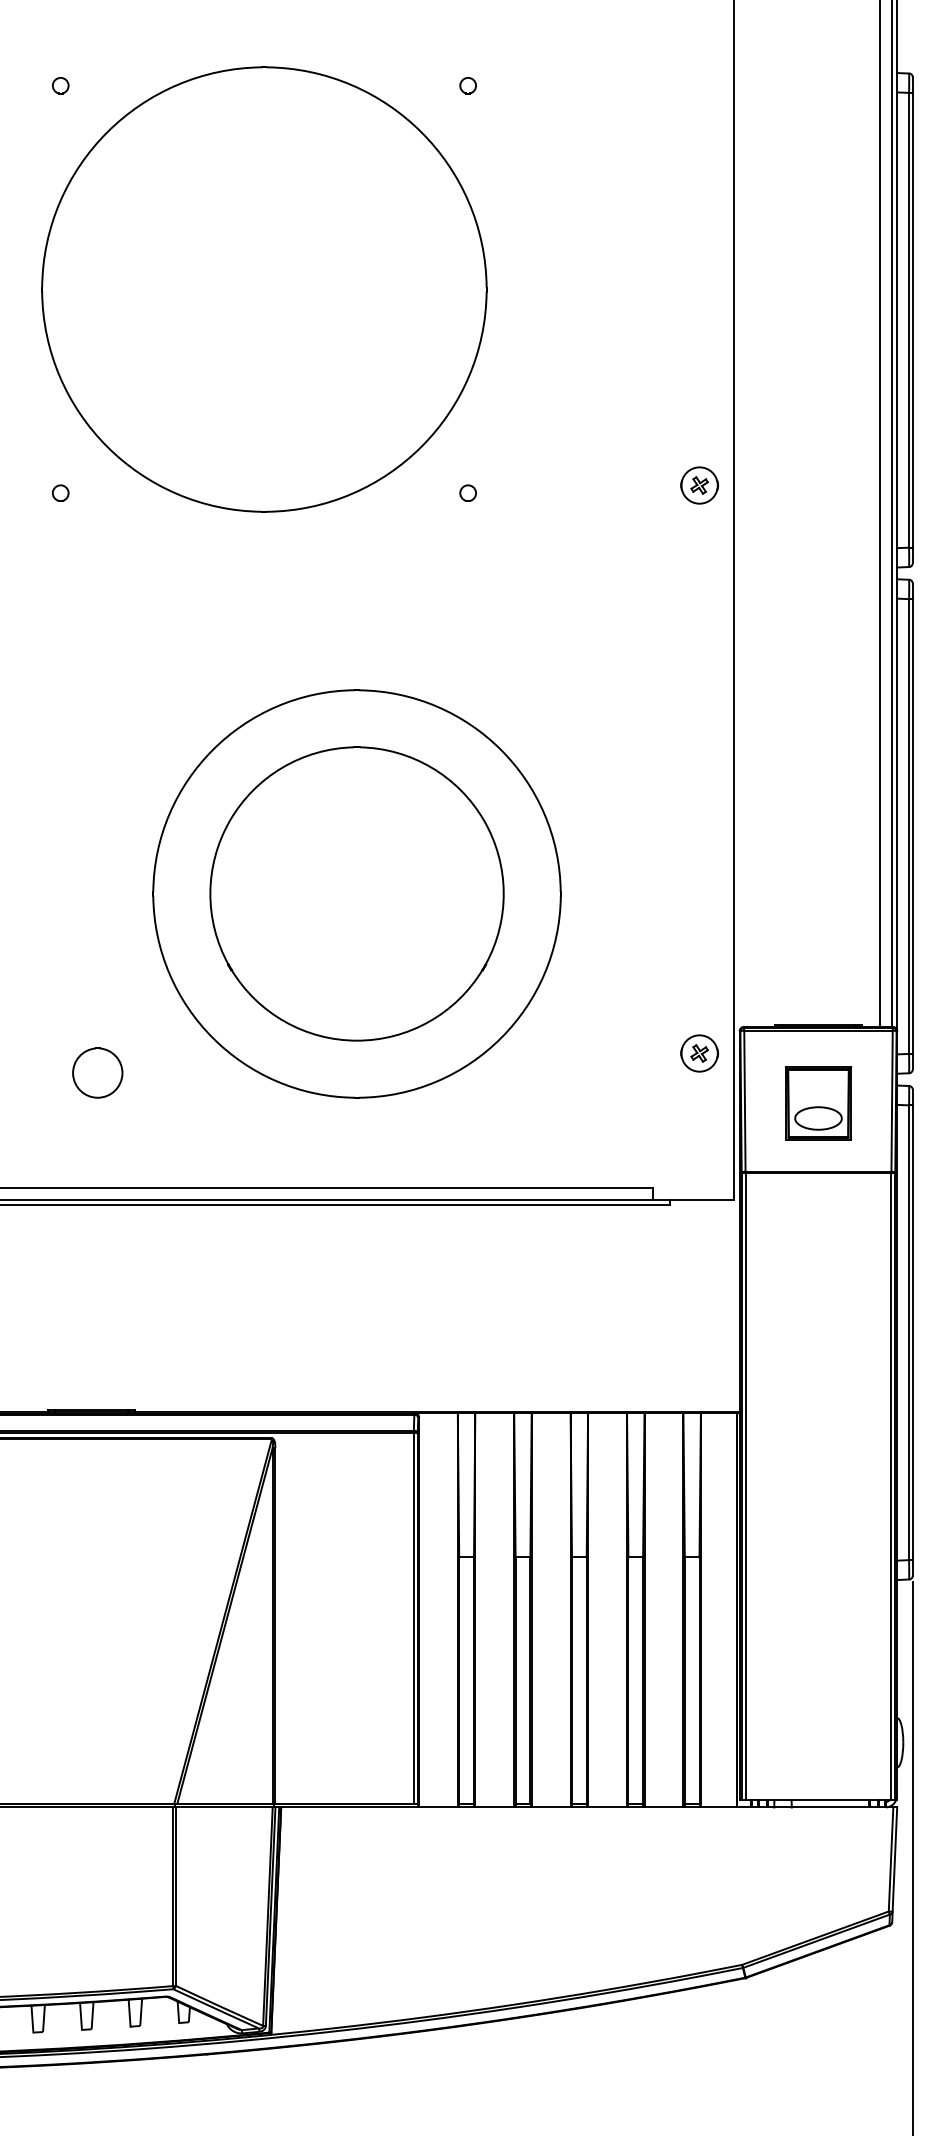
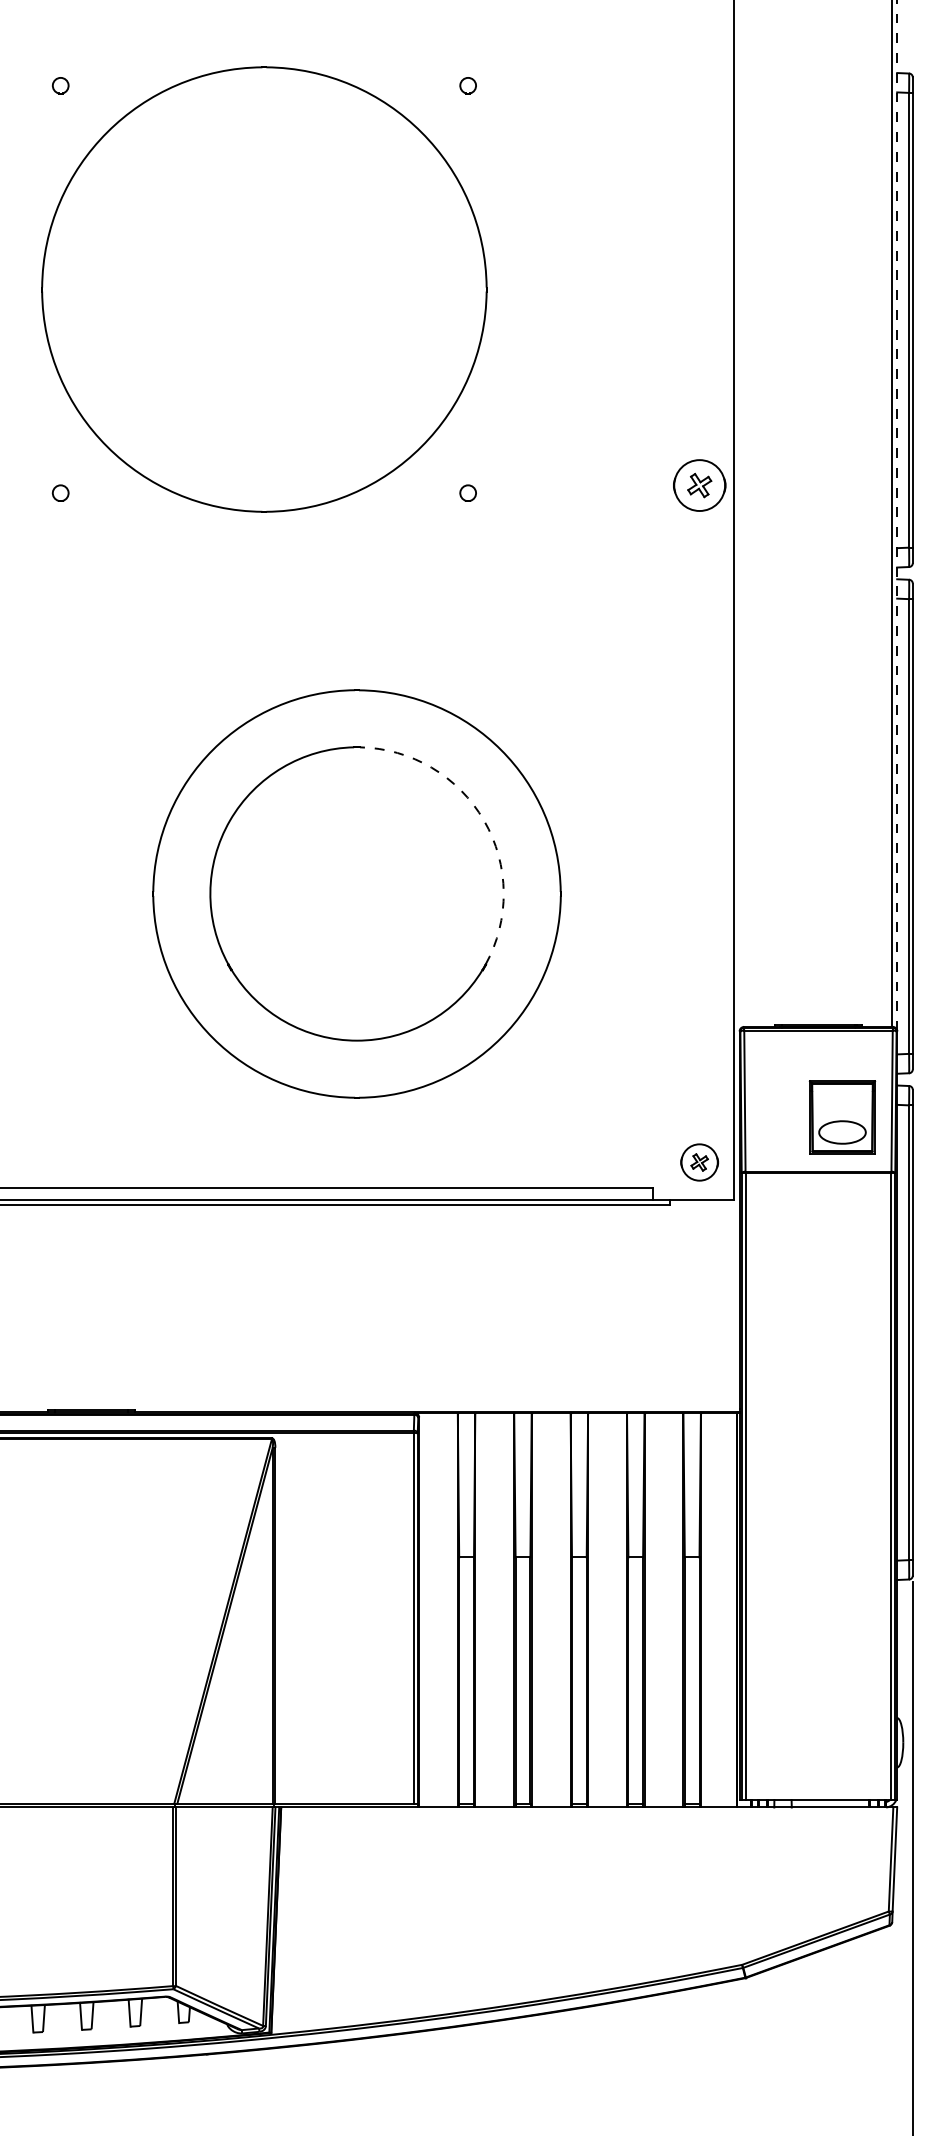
part at (699, 485) size: 39x39 px -> 54x53 px
line at (879, 514): present -> none
line at (897, 515): solid -> dashed
arc at (484, 820): solid -> dashed
part at (699, 1053) position: (699, 1053) -> (699, 1162)
part at (97, 1072): present -> none
part at (818, 1103) position: (818, 1103) -> (842, 1117)
